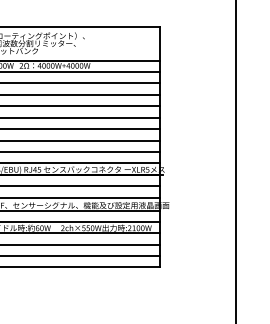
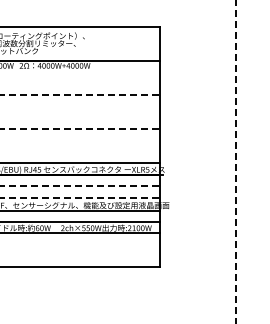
line at (81, 71): present -> none
line at (81, 83): present -> none
line at (80, 95): solid -> dashed
line at (81, 106): present -> none
line at (81, 117): present -> none
line at (80, 129): solid -> dashed
line at (81, 140): present -> none
line at (81, 151): present -> none
line at (236, 162): solid -> dashed
line at (80, 186): solid -> dashed
line at (80, 198): solid -> dashed
line at (81, 244): present -> none
line at (81, 256): present -> none
